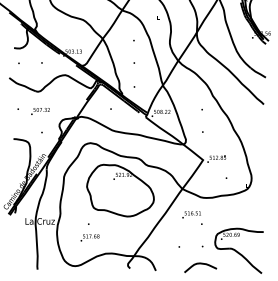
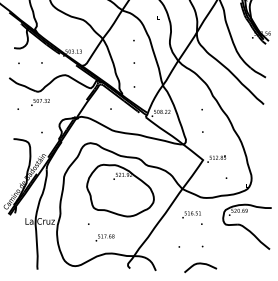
text at (40, 111) position: (40, 111) -> (40, 102)
text at (89, 237) position: (89, 237) -> (104, 237)
part at (238, 250) position: (238, 250) -> (246, 226)
